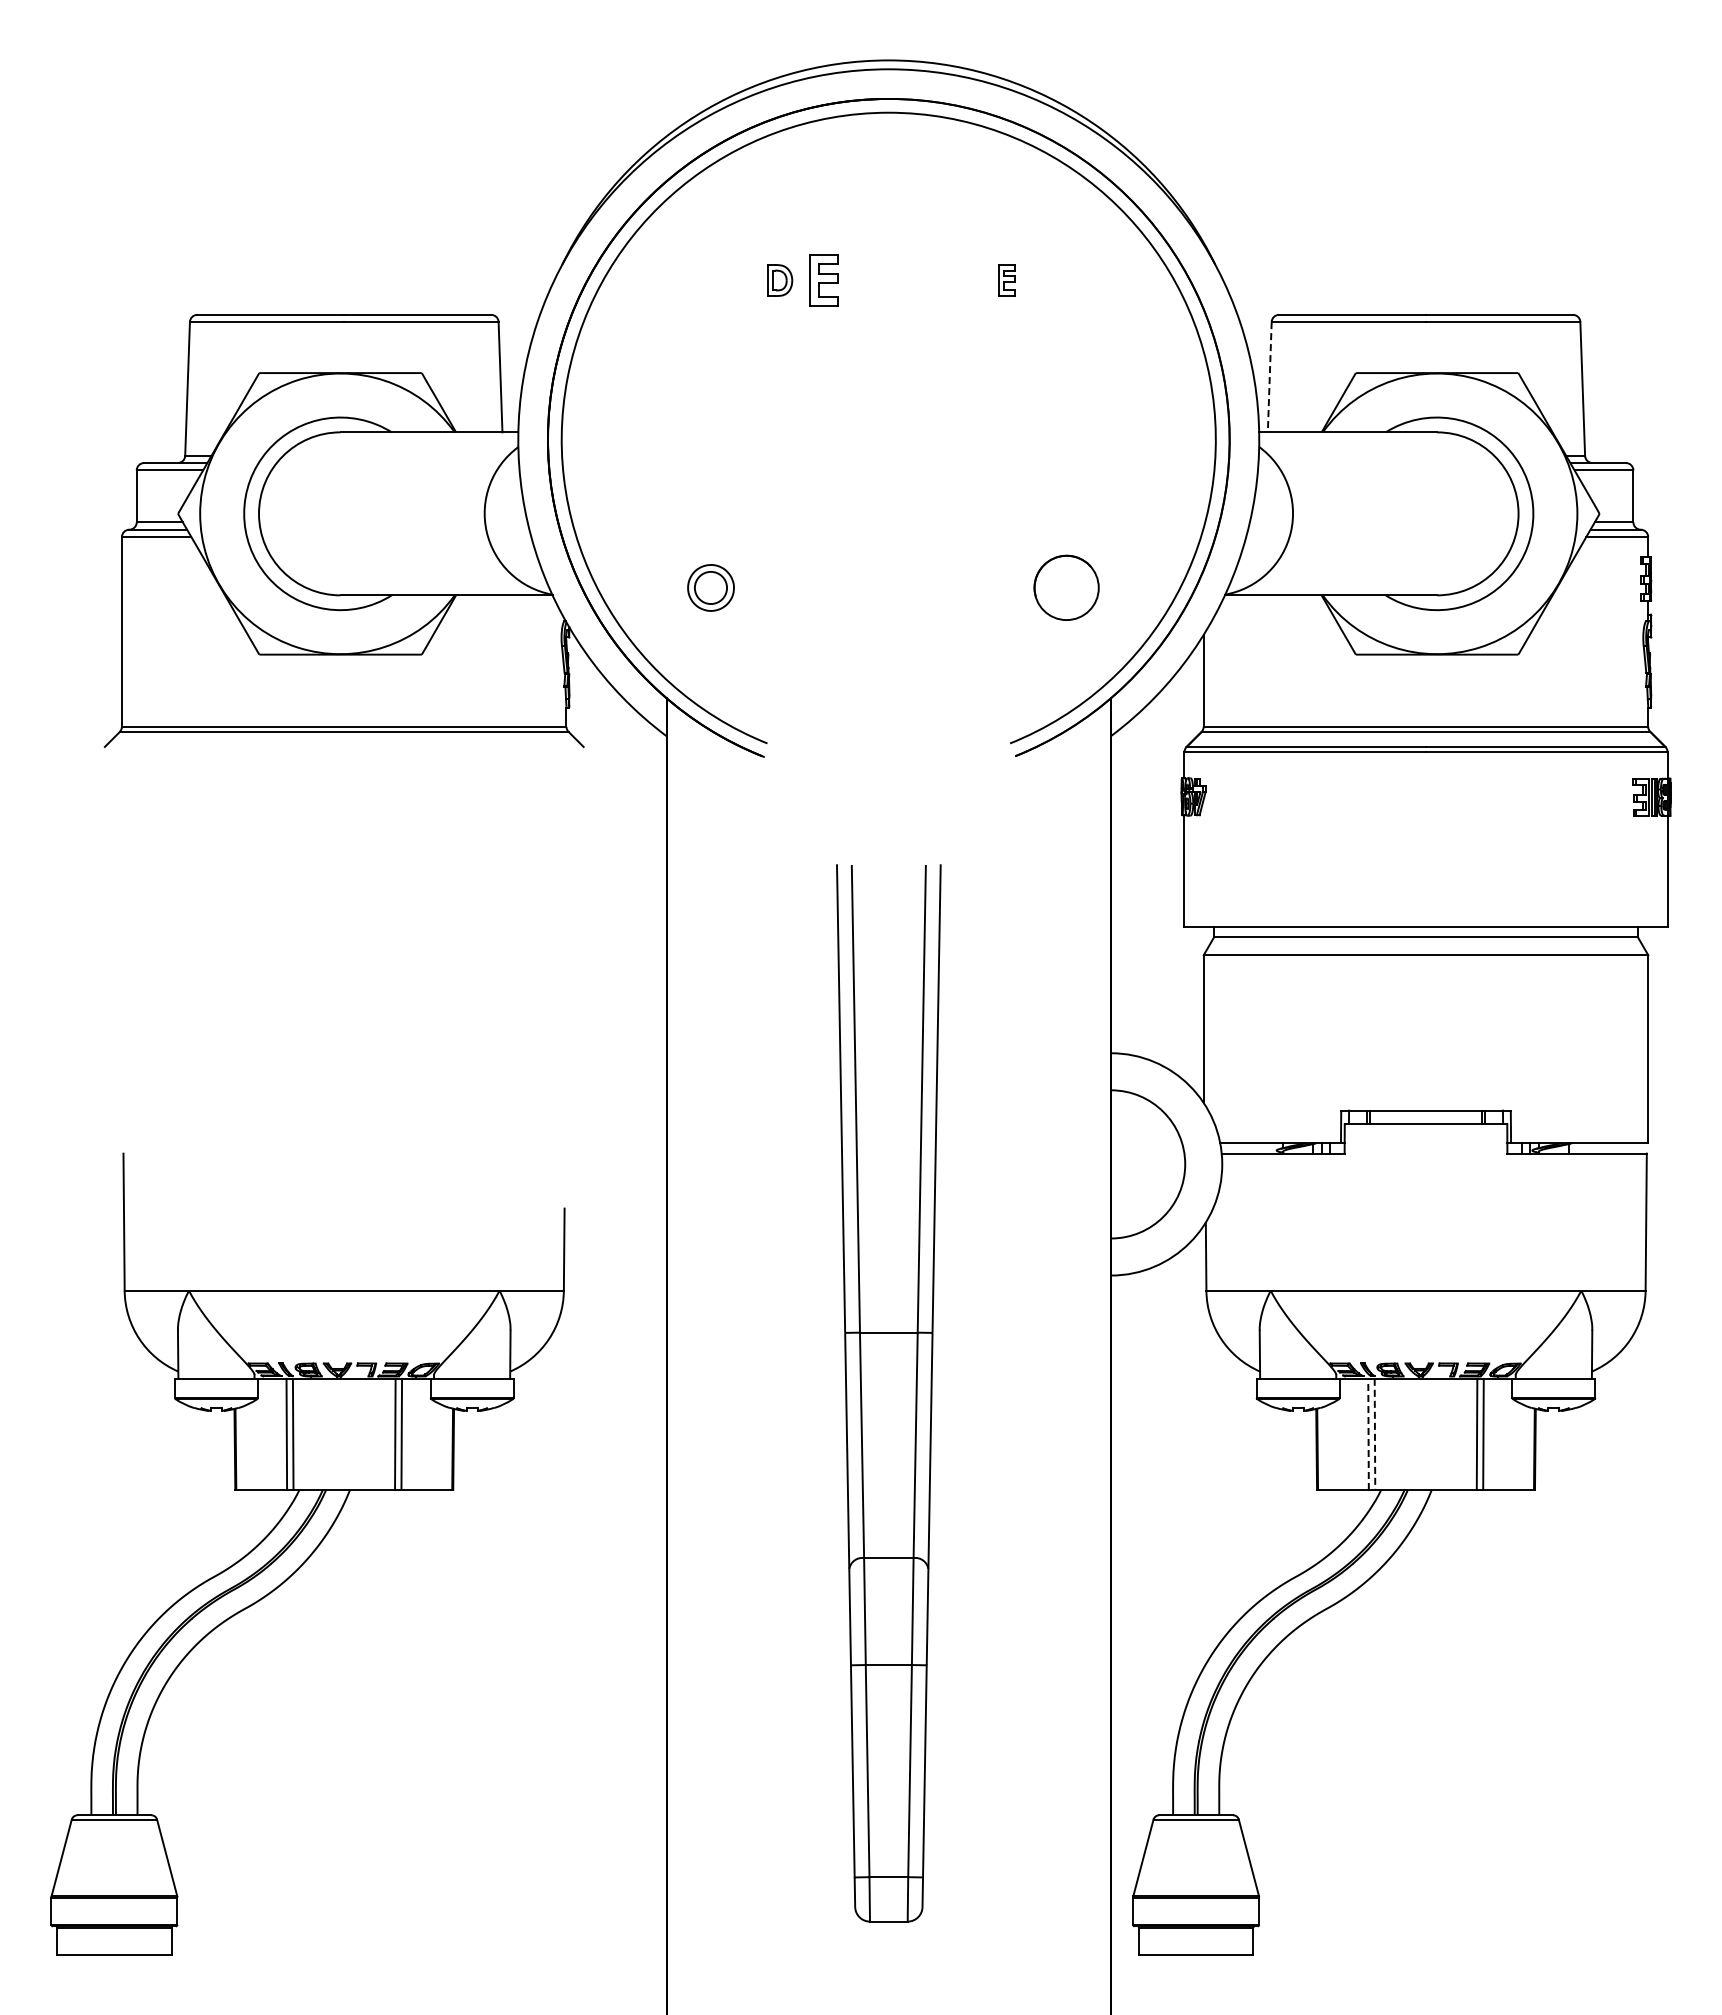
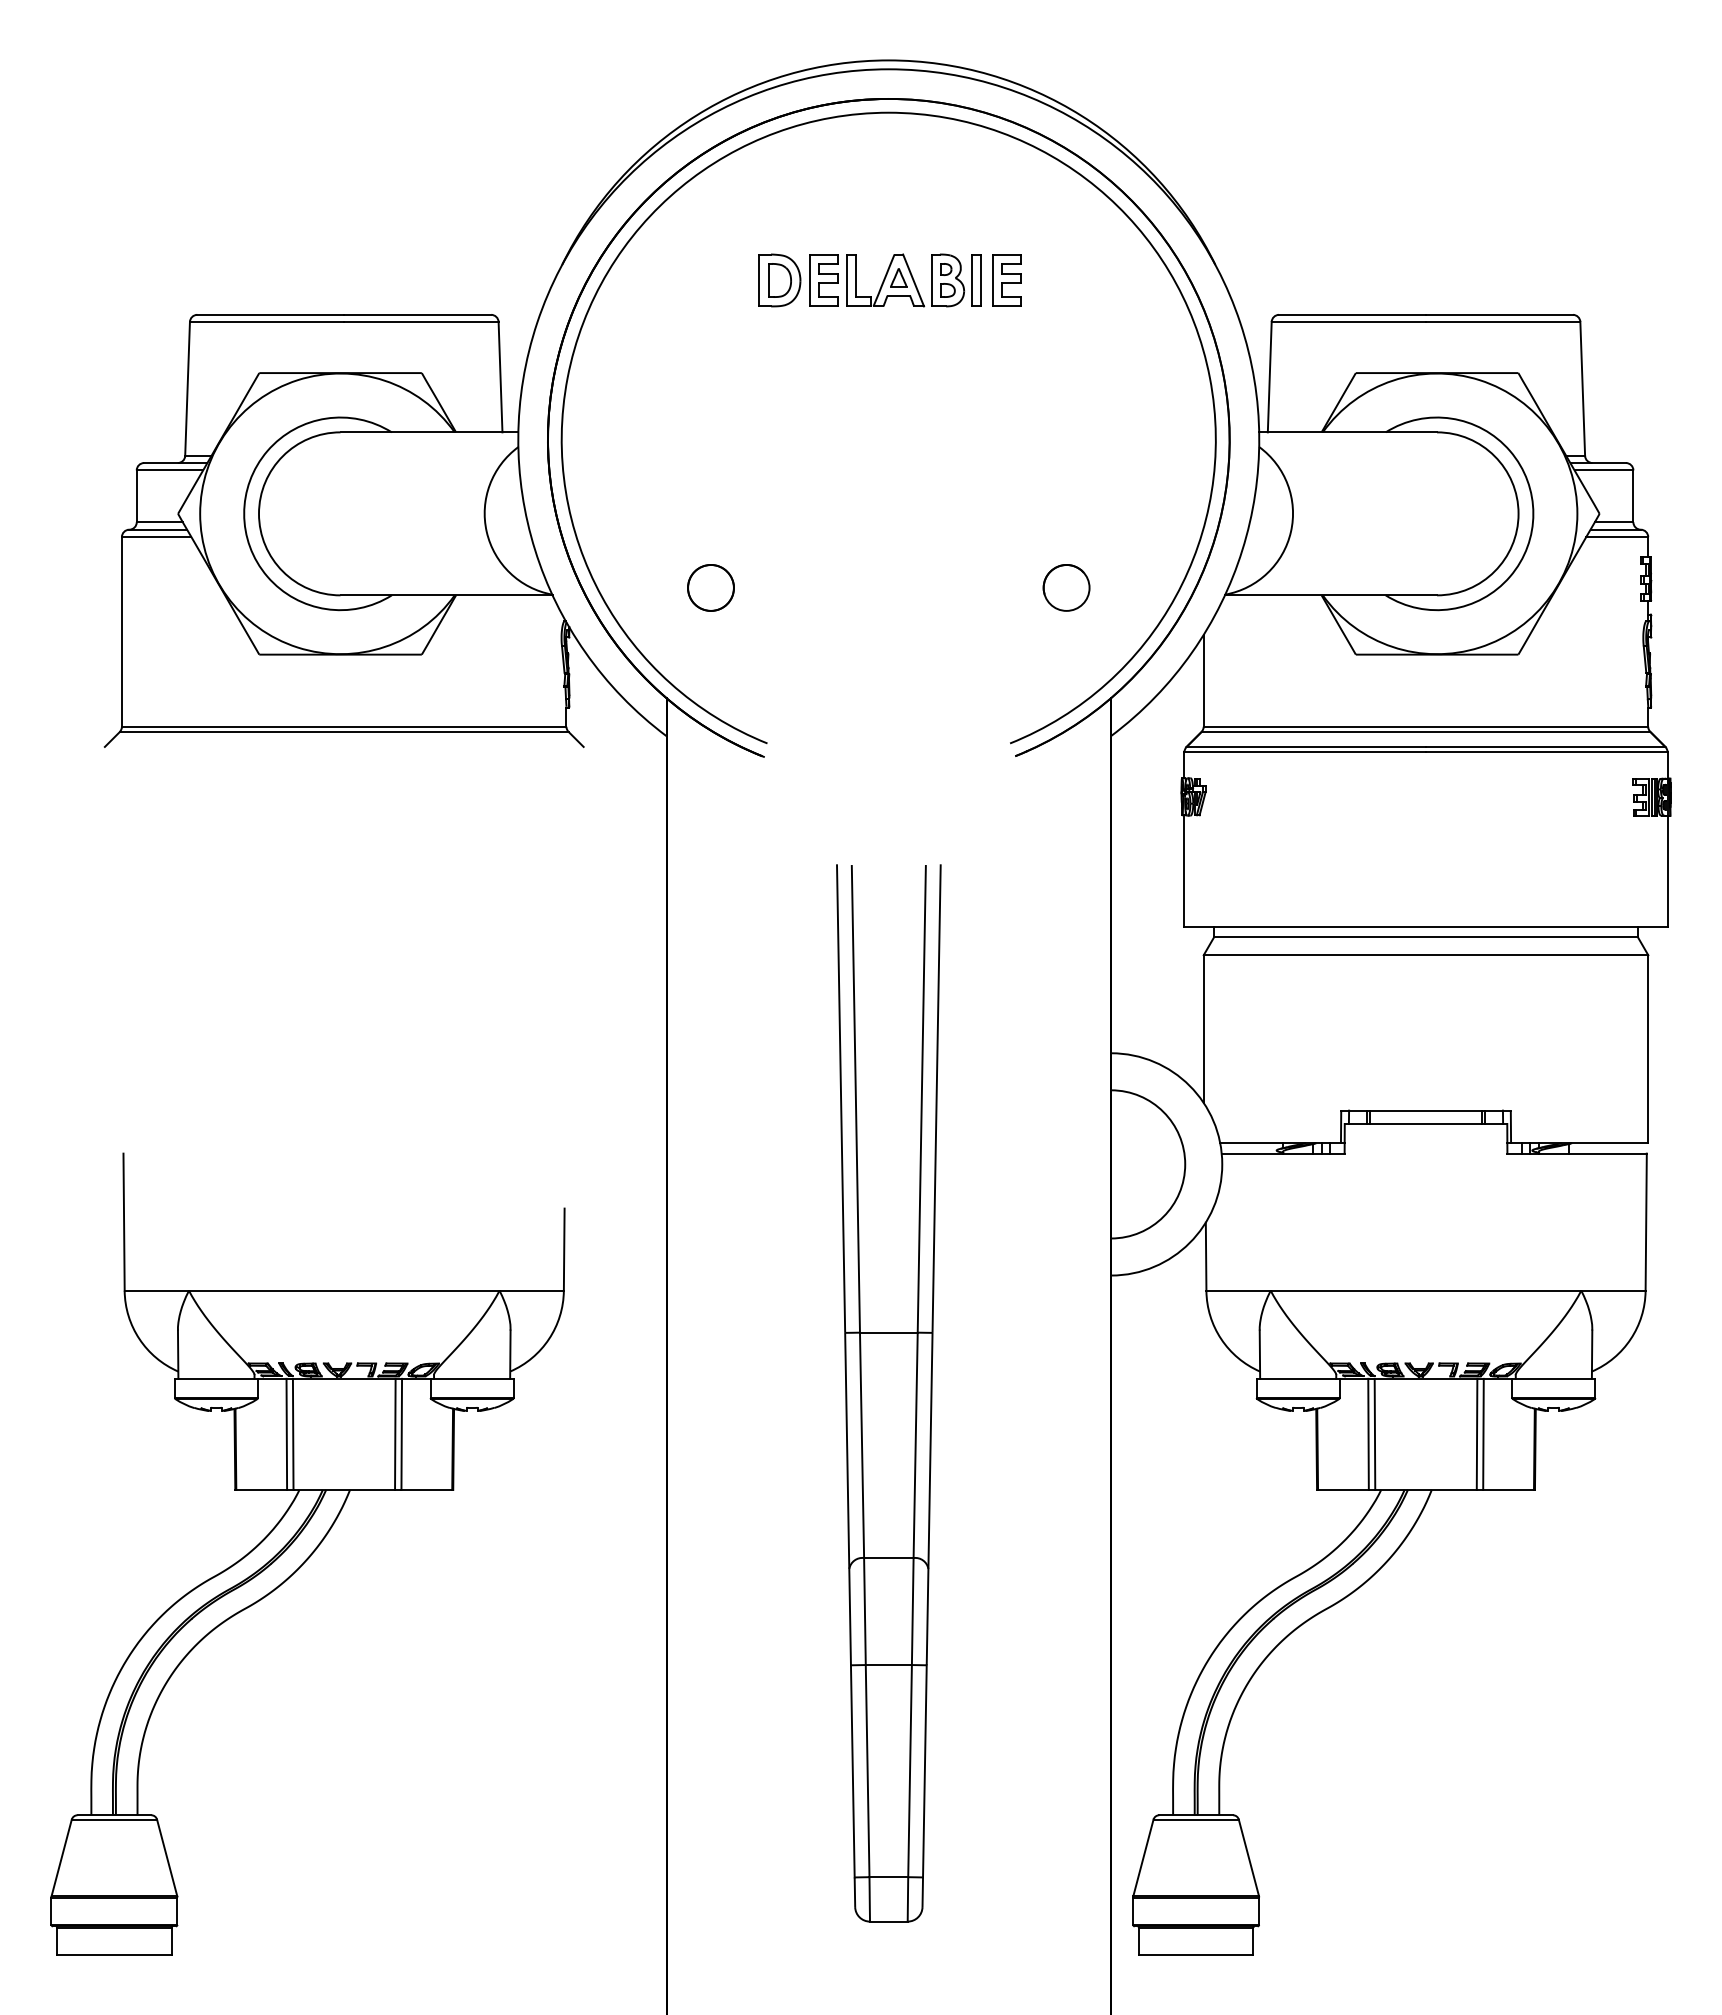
part at (780, 280) size: 27x33 px -> 44x55 px
part at (913, 280): none -> present
part at (1006, 280) size: 18x33 px -> 30x53 px
line at (1269, 377): dashed -> solid
circle at (710, 587) diameter: 32 px -> 46 px
part at (1066, 587) size: 67x67 px -> 49x48 px
line at (1368, 1434): dashed -> solid
line at (1374, 1434): dashed -> solid
